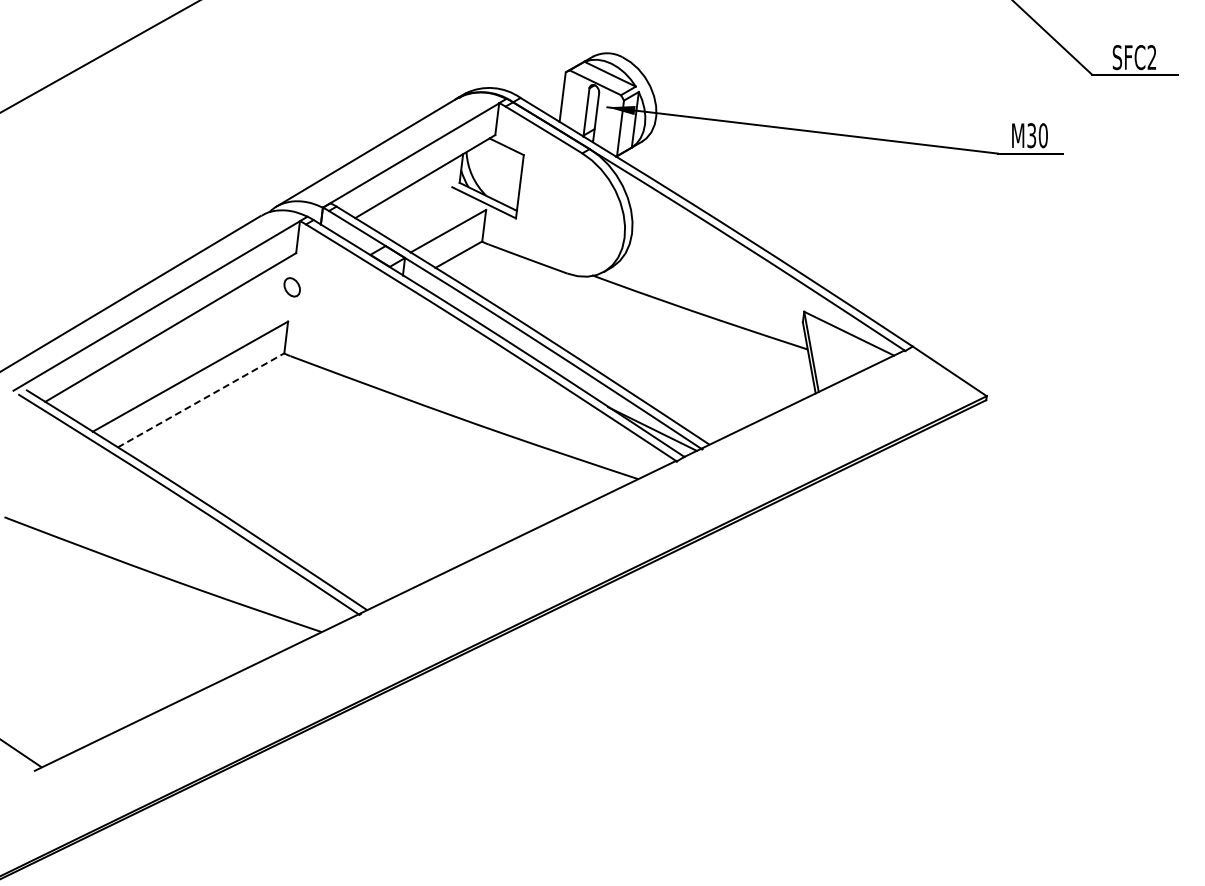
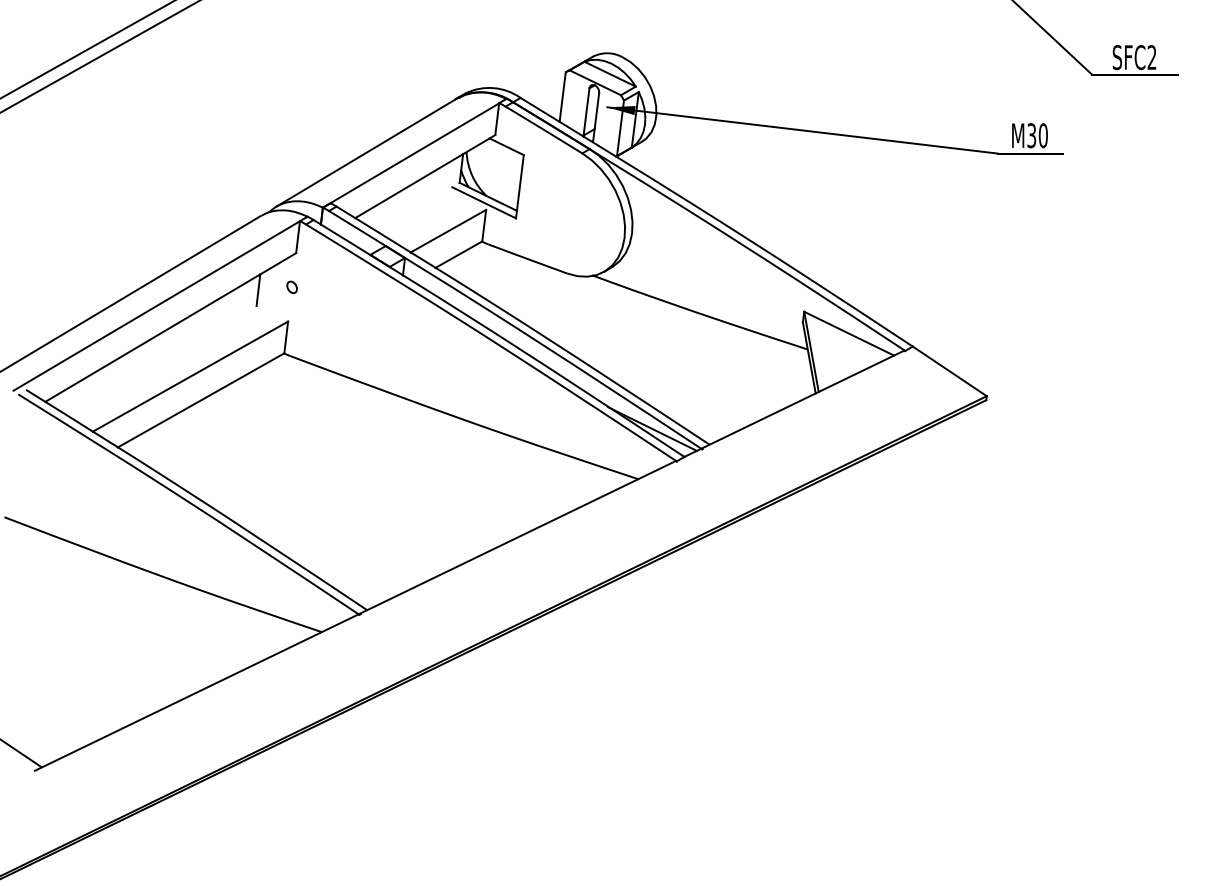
line at (87, 49): none -> present
part at (291, 287) size: 18x21 px -> 12x15 px
line at (258, 290): none -> present
line at (201, 400): dashed -> solid
